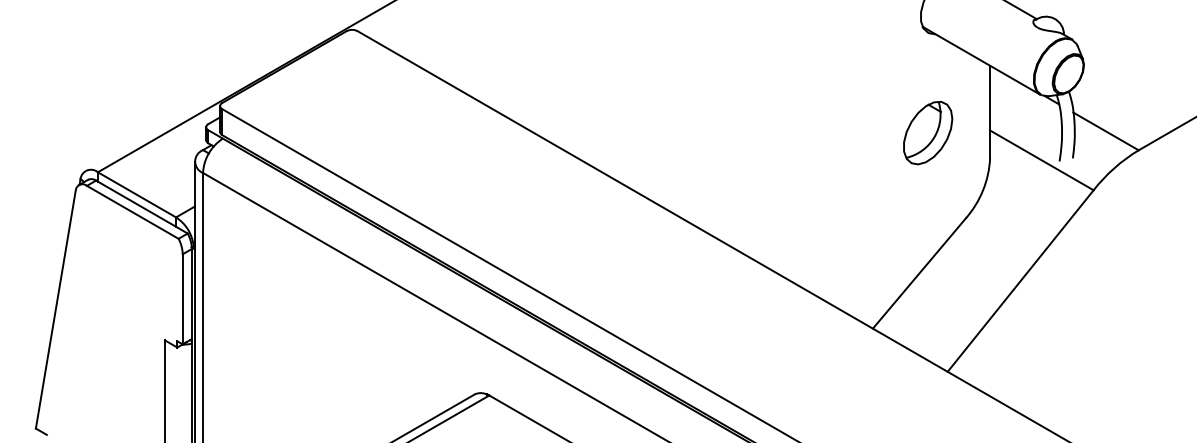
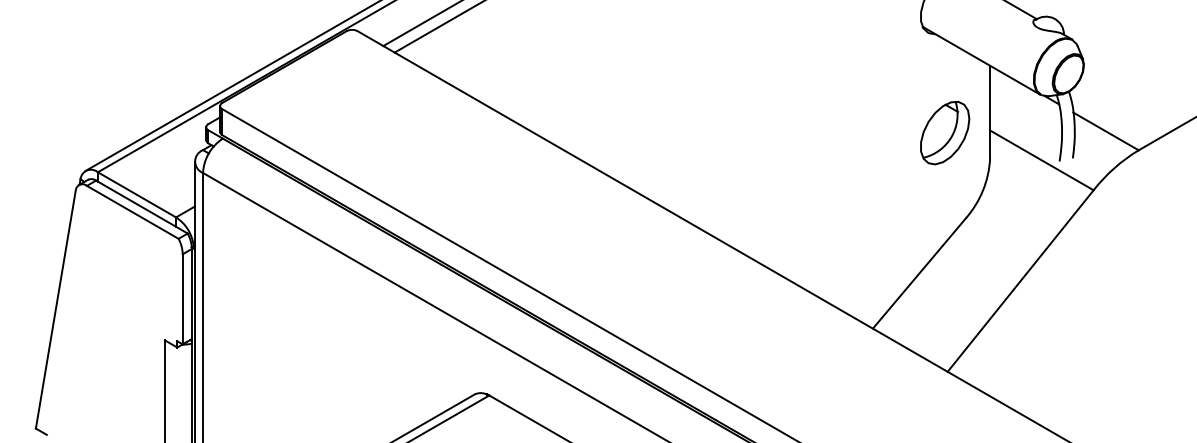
line at (420, 24): none -> present
line at (438, 27): none -> present
line at (231, 86): none -> present
part at (928, 133) position: (928, 133) -> (945, 133)
